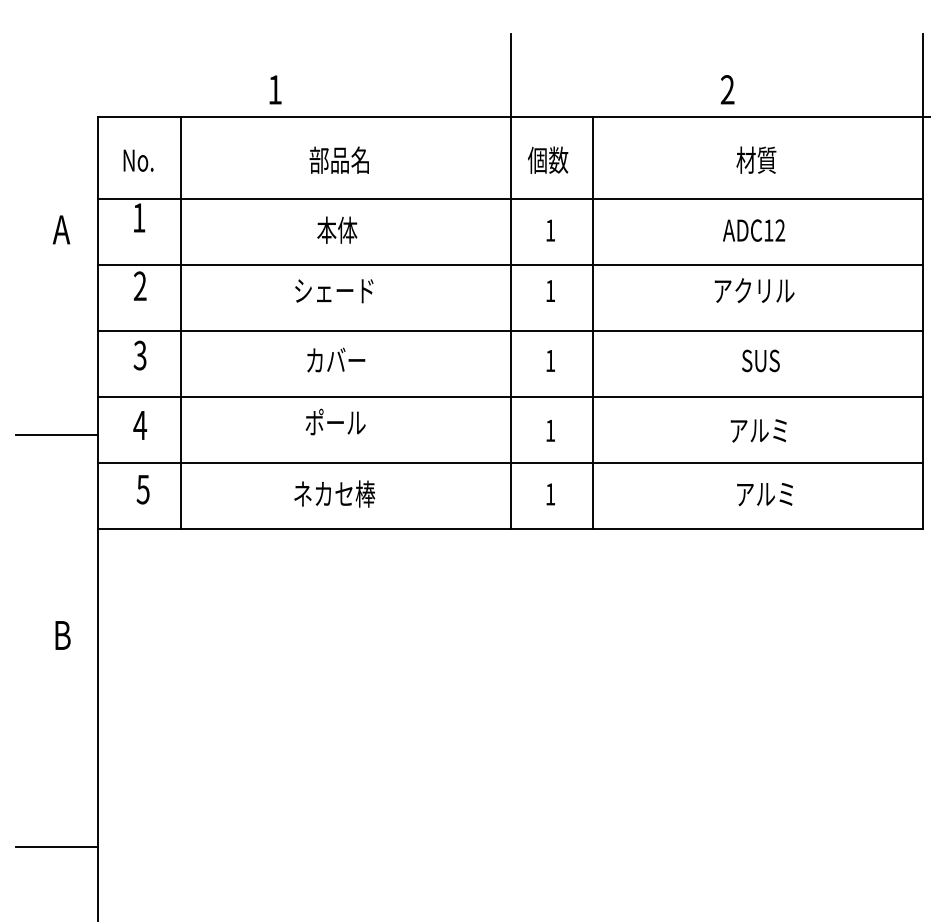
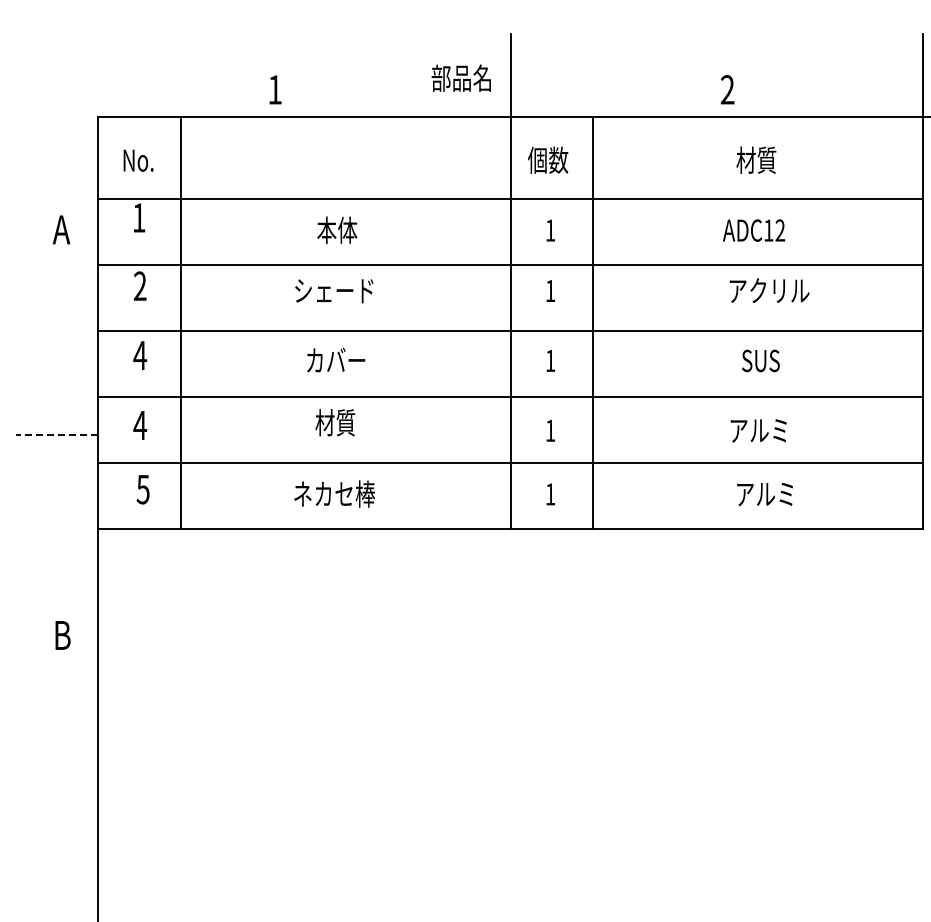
text at (338, 159) position: (338, 159) -> (460, 77)
text at (754, 290) position: (754, 290) -> (769, 290)
text at (140, 355): 3 -> 4
text at (335, 422): ポール -> 材質
line at (56, 434): solid -> dashed
line at (56, 847): present -> none
